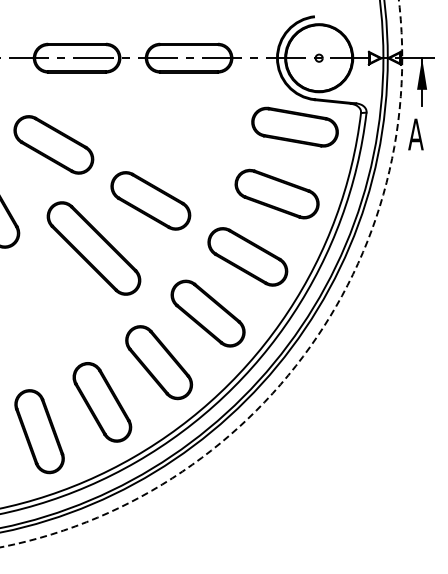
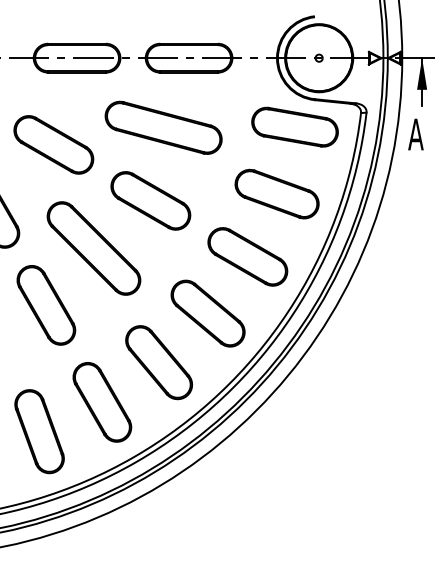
part at (163, 127): none -> present
circle at (201, 273): dashed -> solid
part at (46, 305): none -> present
